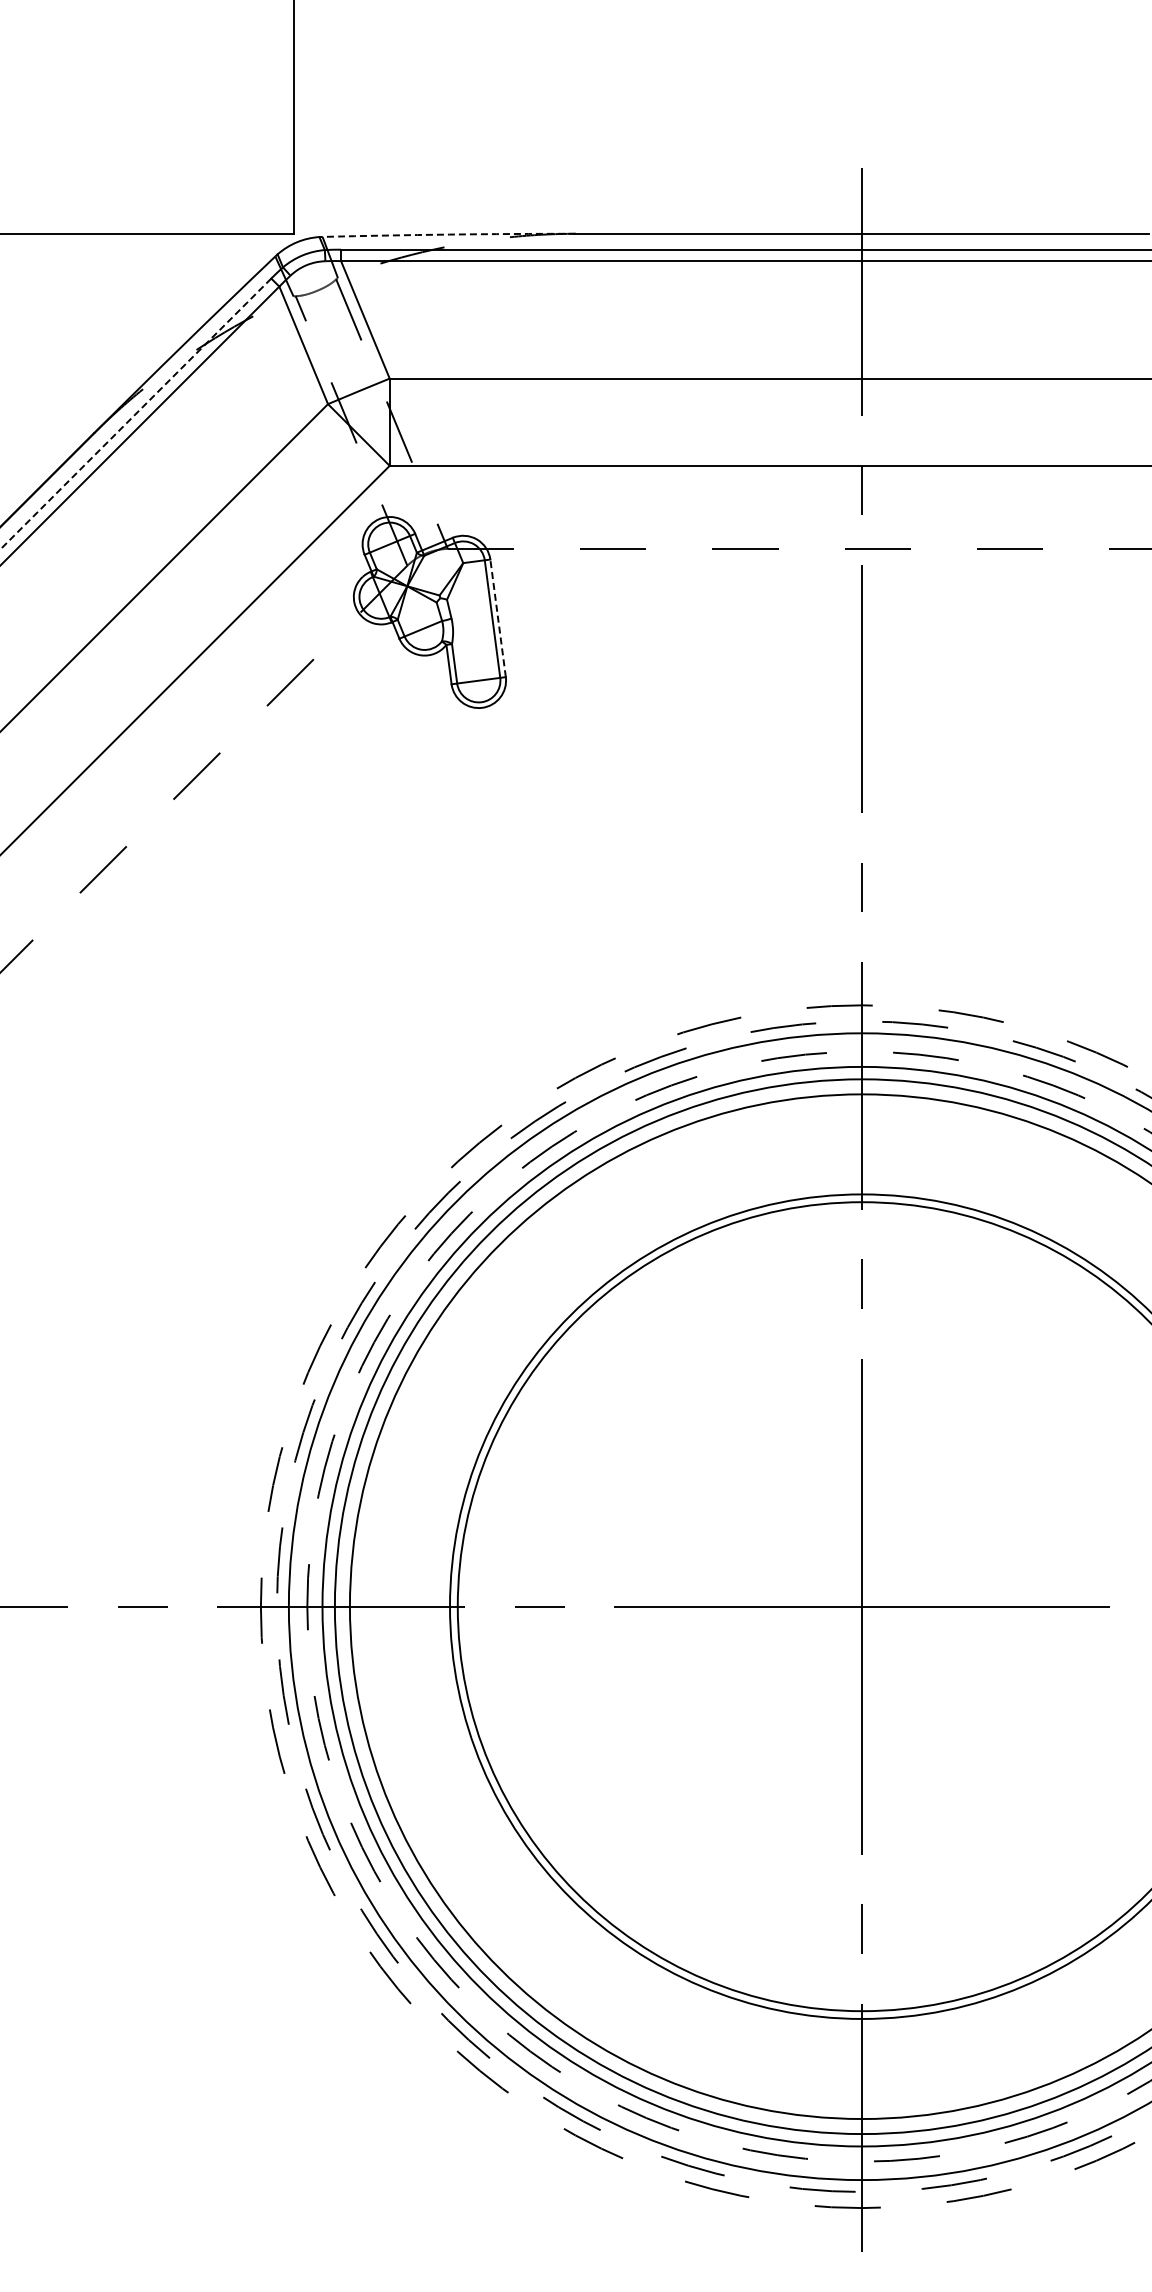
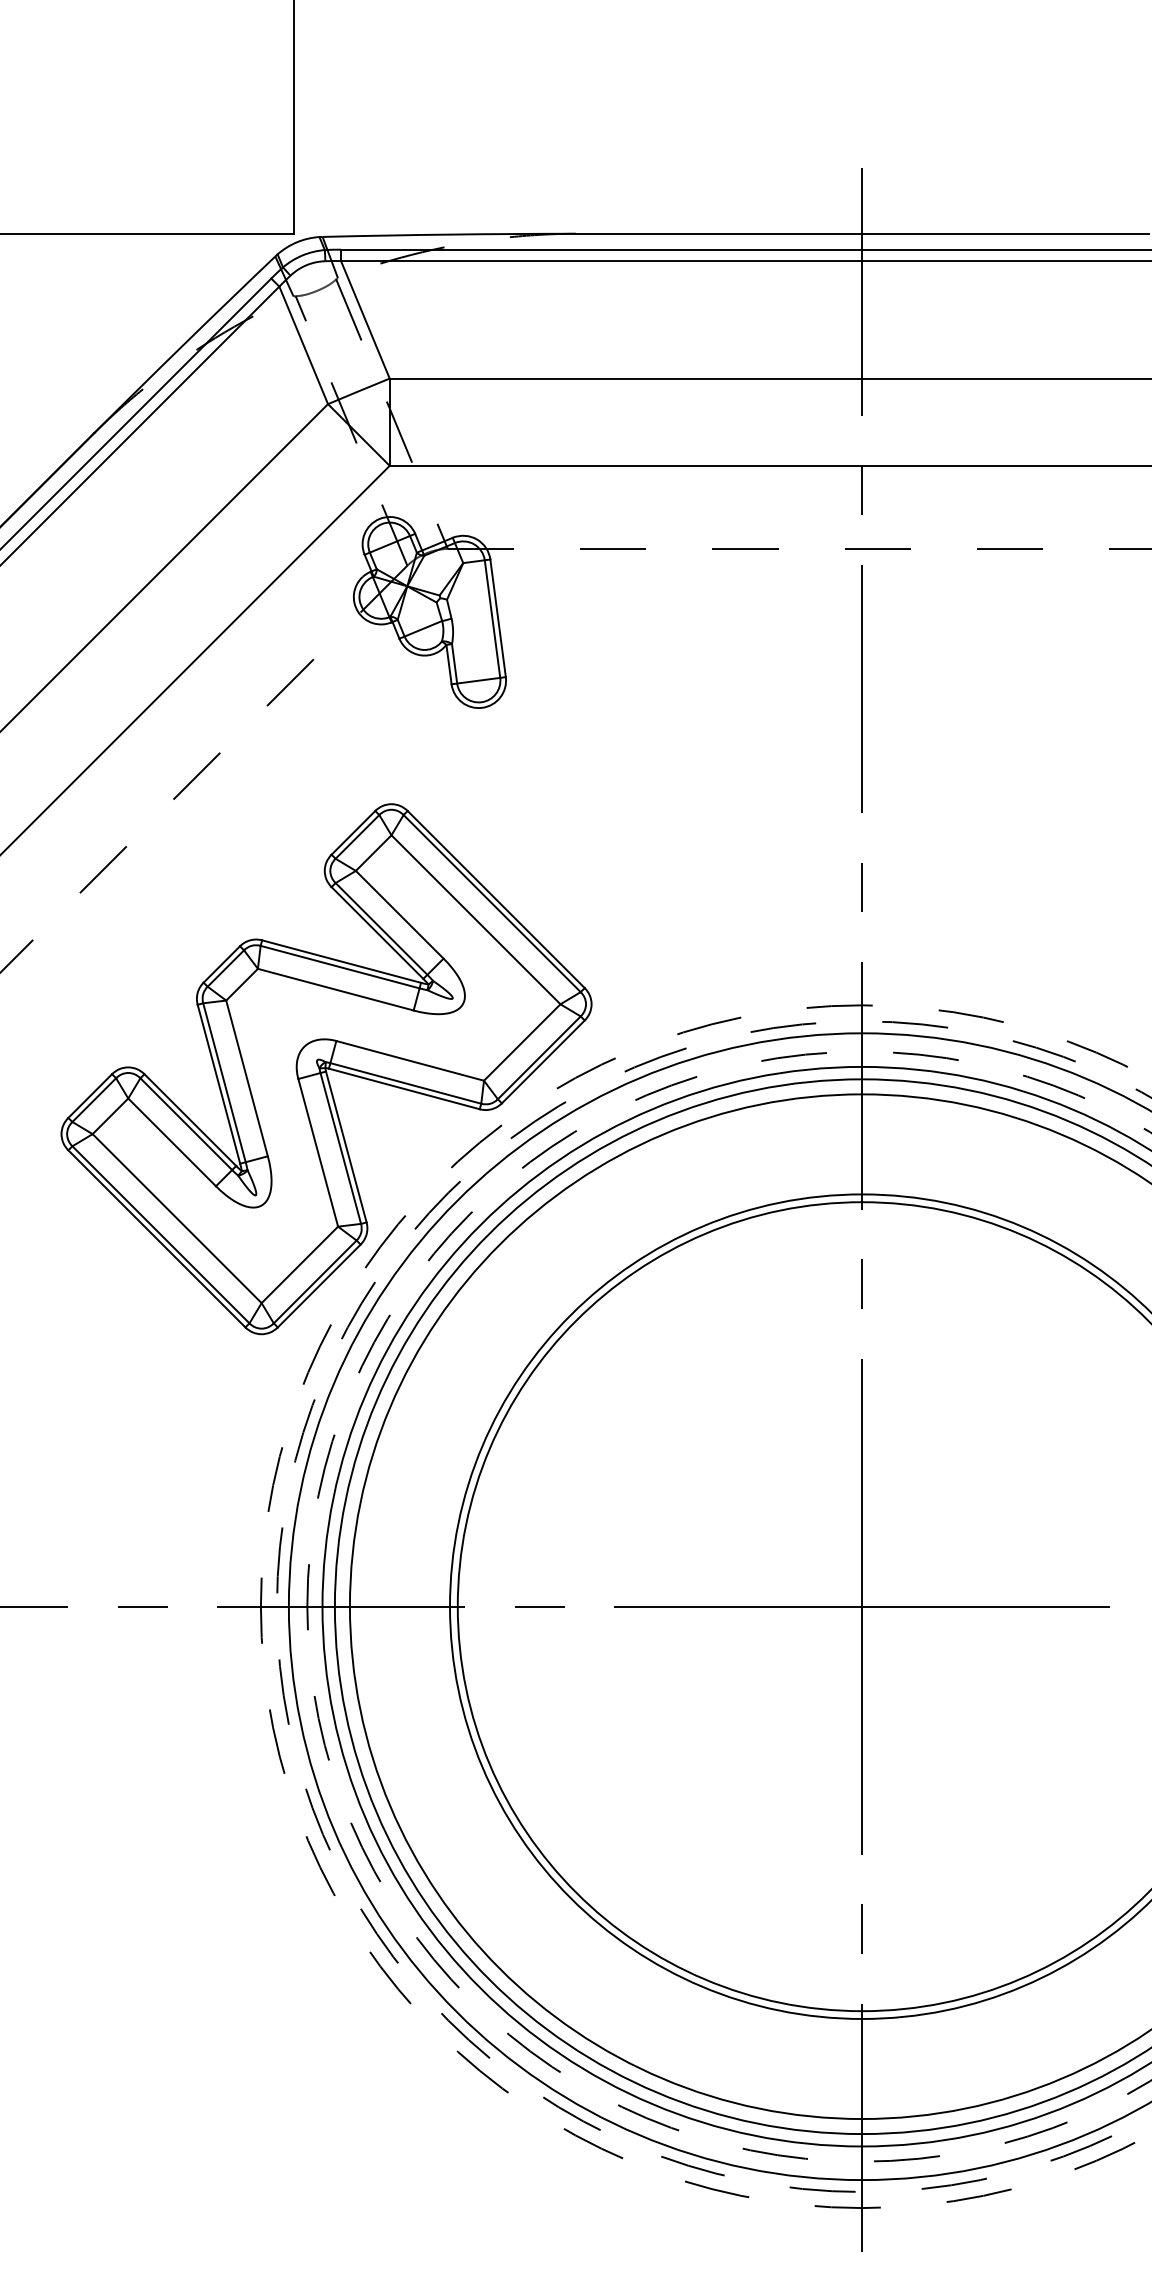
arc at (449, 234): dashed -> solid
line at (135, 414): dashed -> solid
line at (498, 617): dashed -> solid
part at (326, 1069): none -> present
